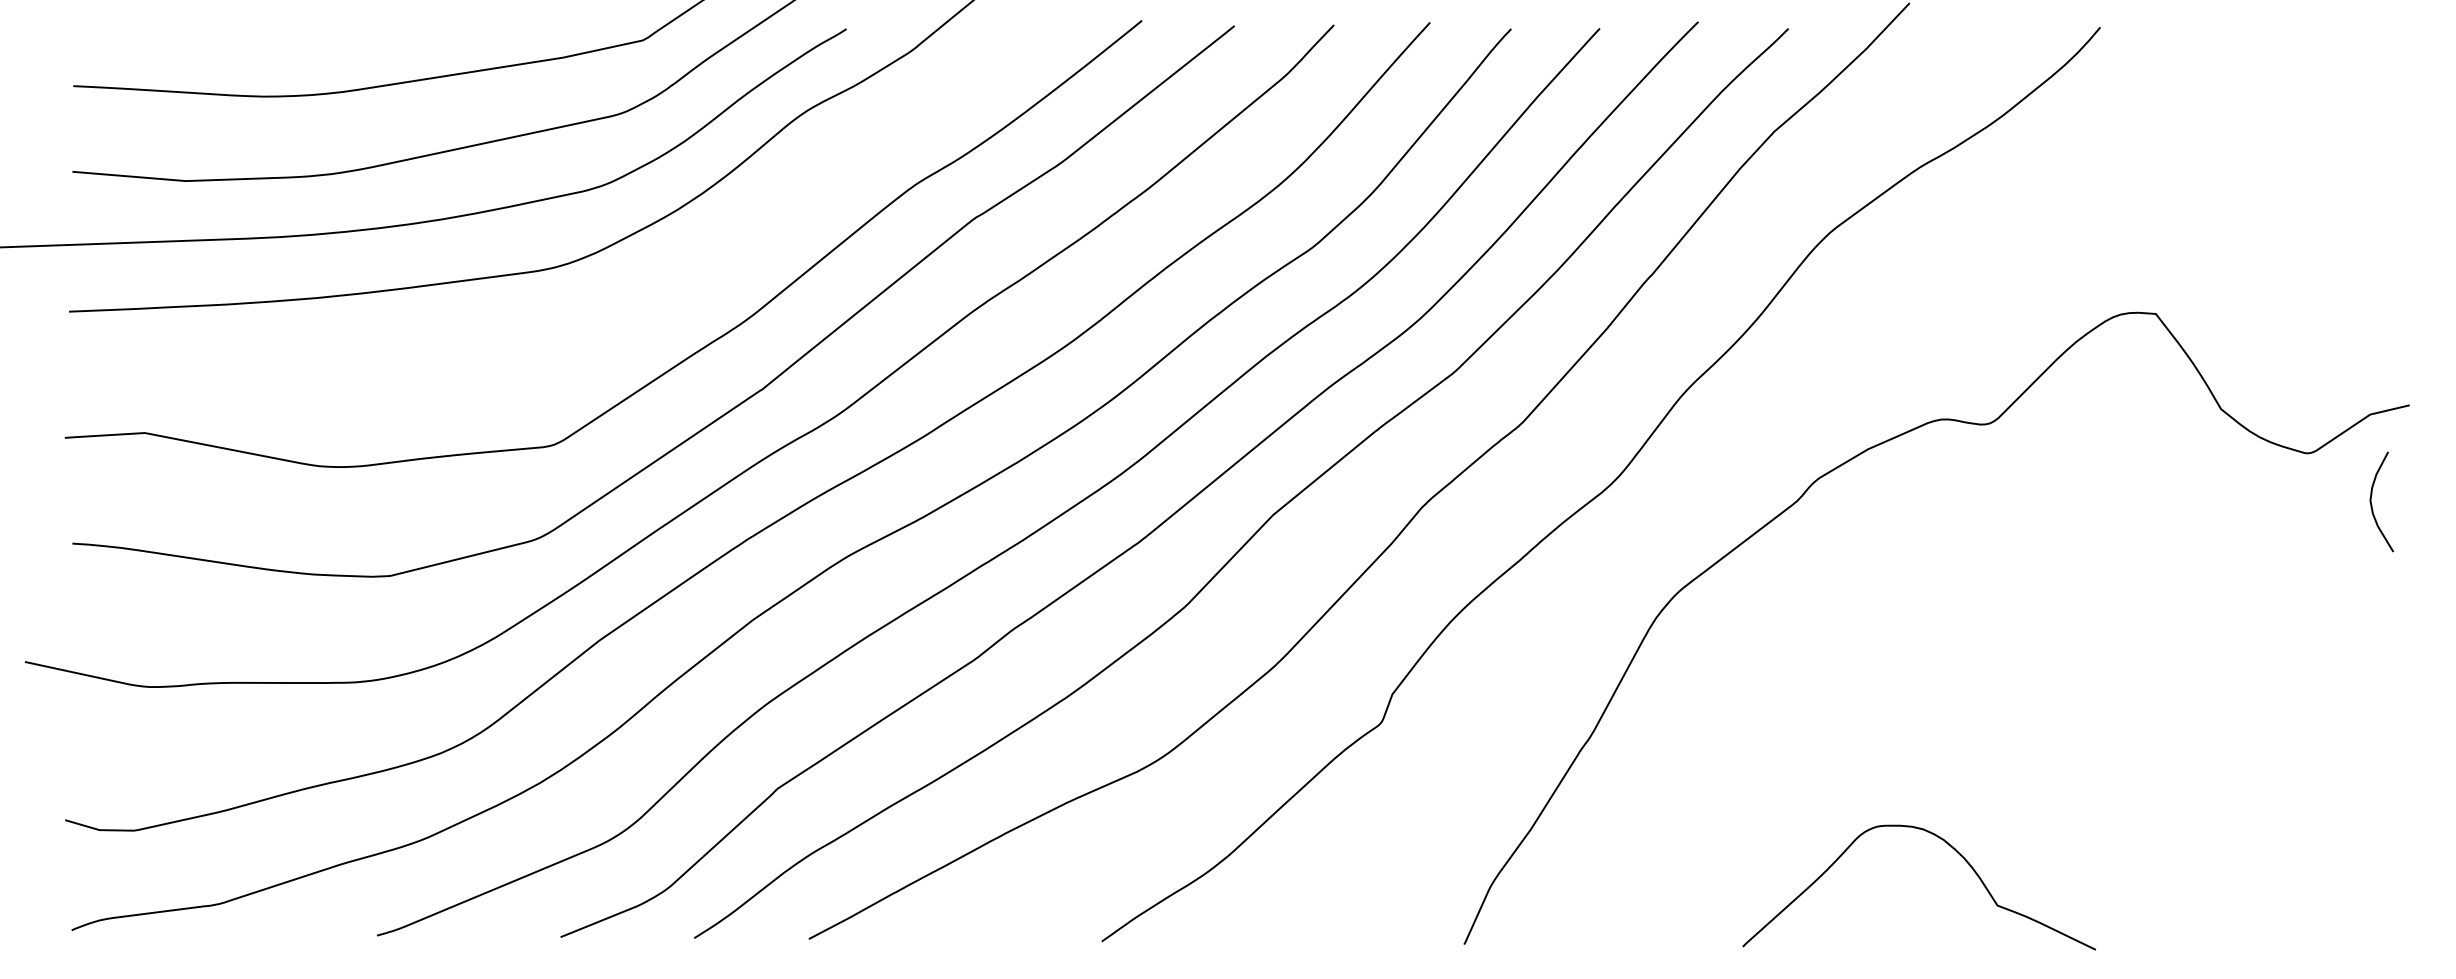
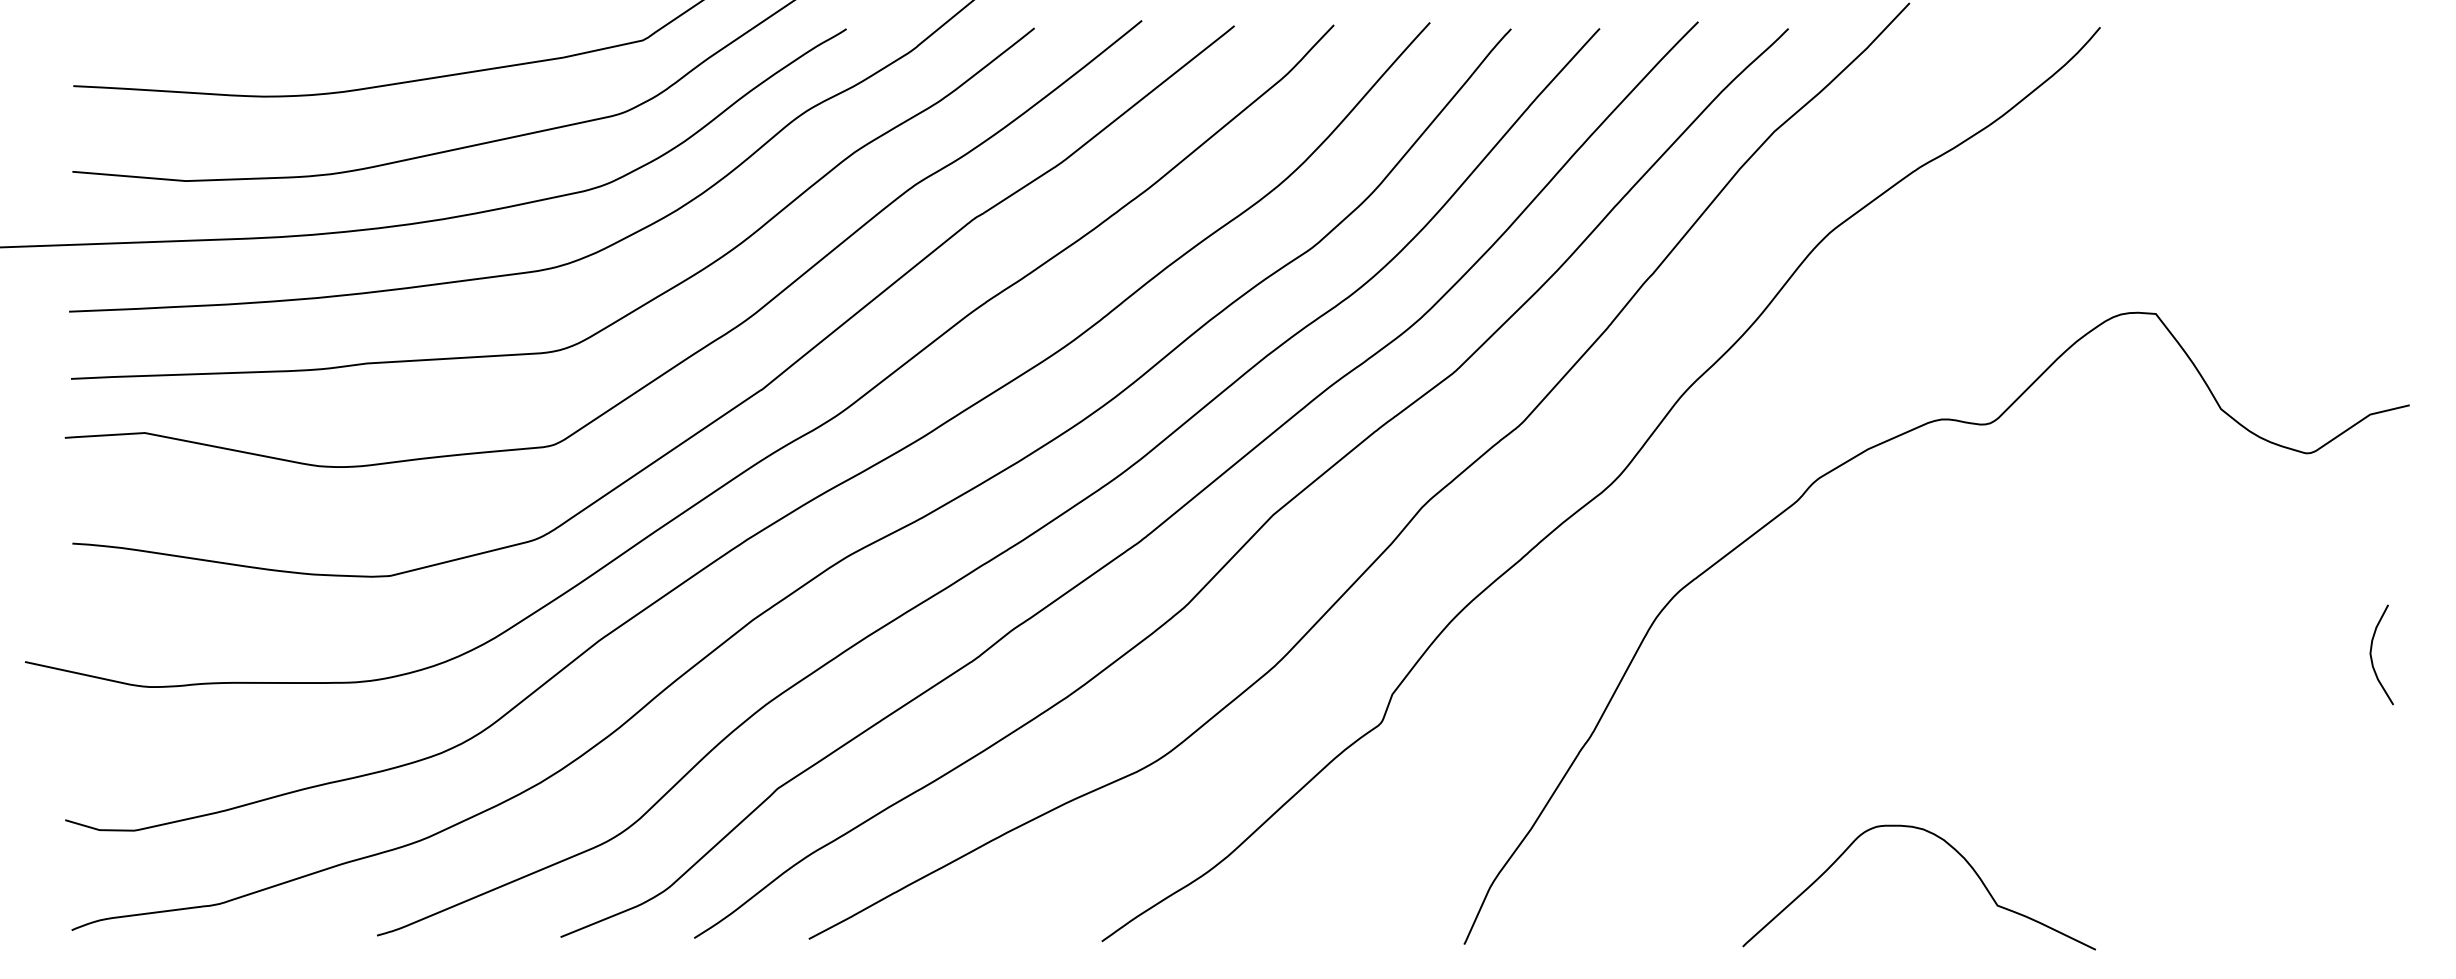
curve at (622, 316): none -> present
curve at (2372, 504) position: (2372, 504) -> (2372, 657)
